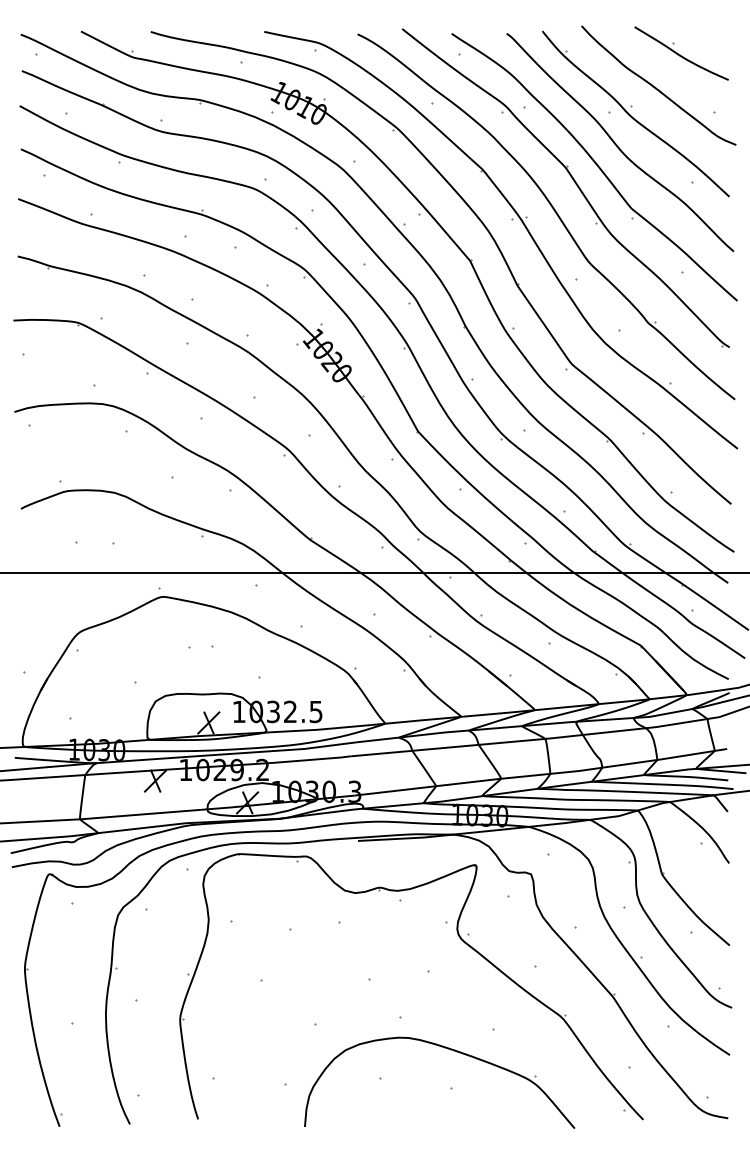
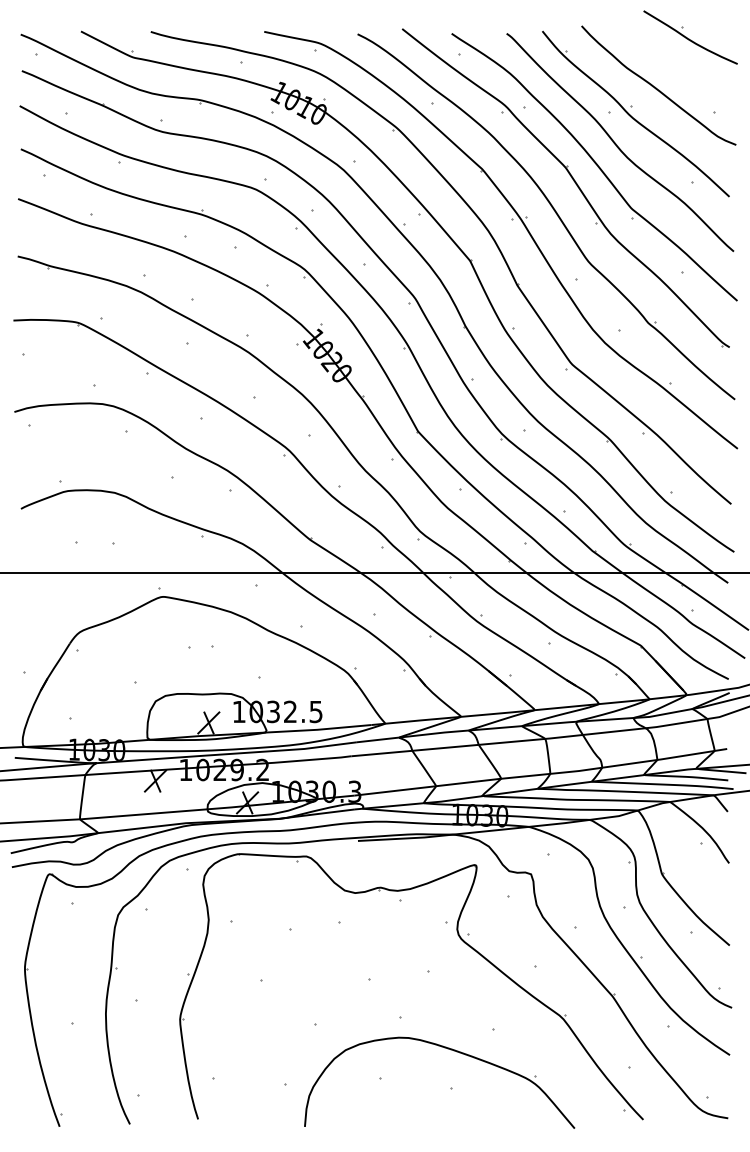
part at (681, 53) position: (681, 53) -> (690, 37)
